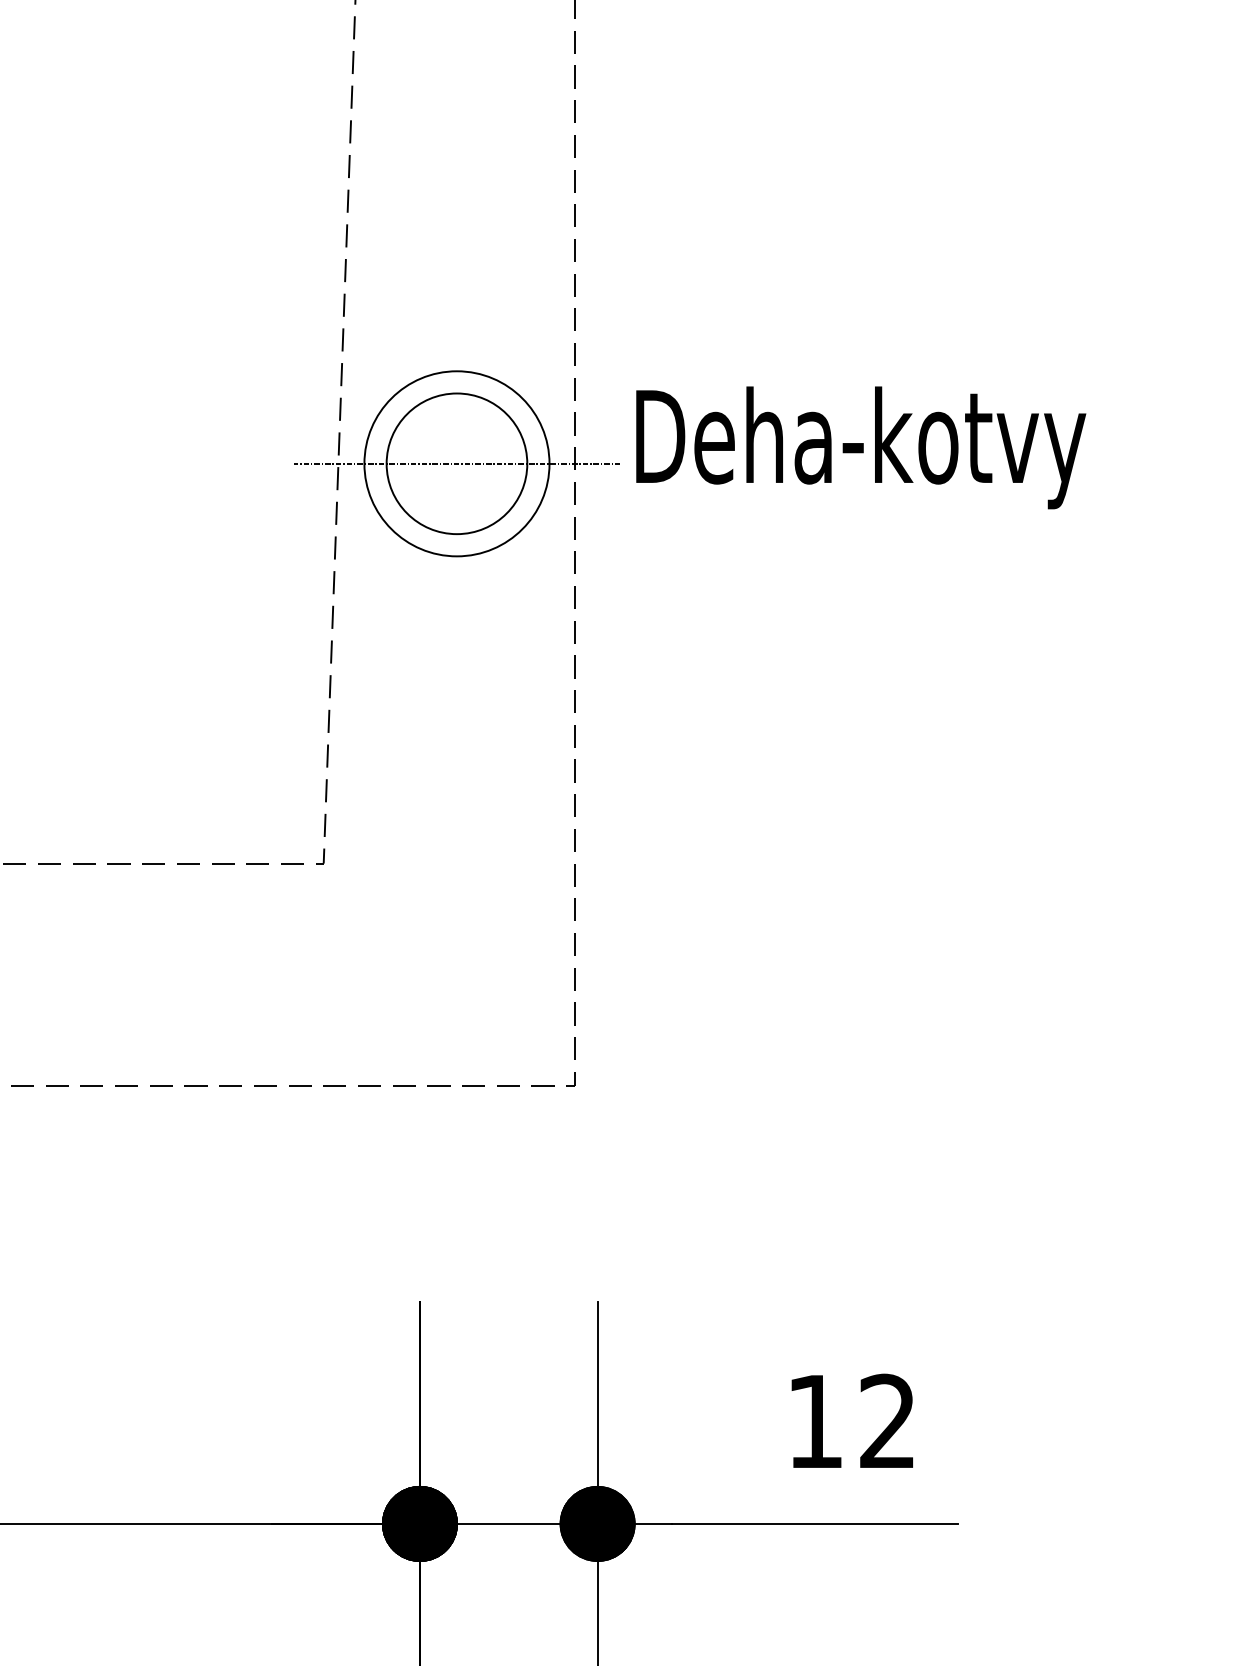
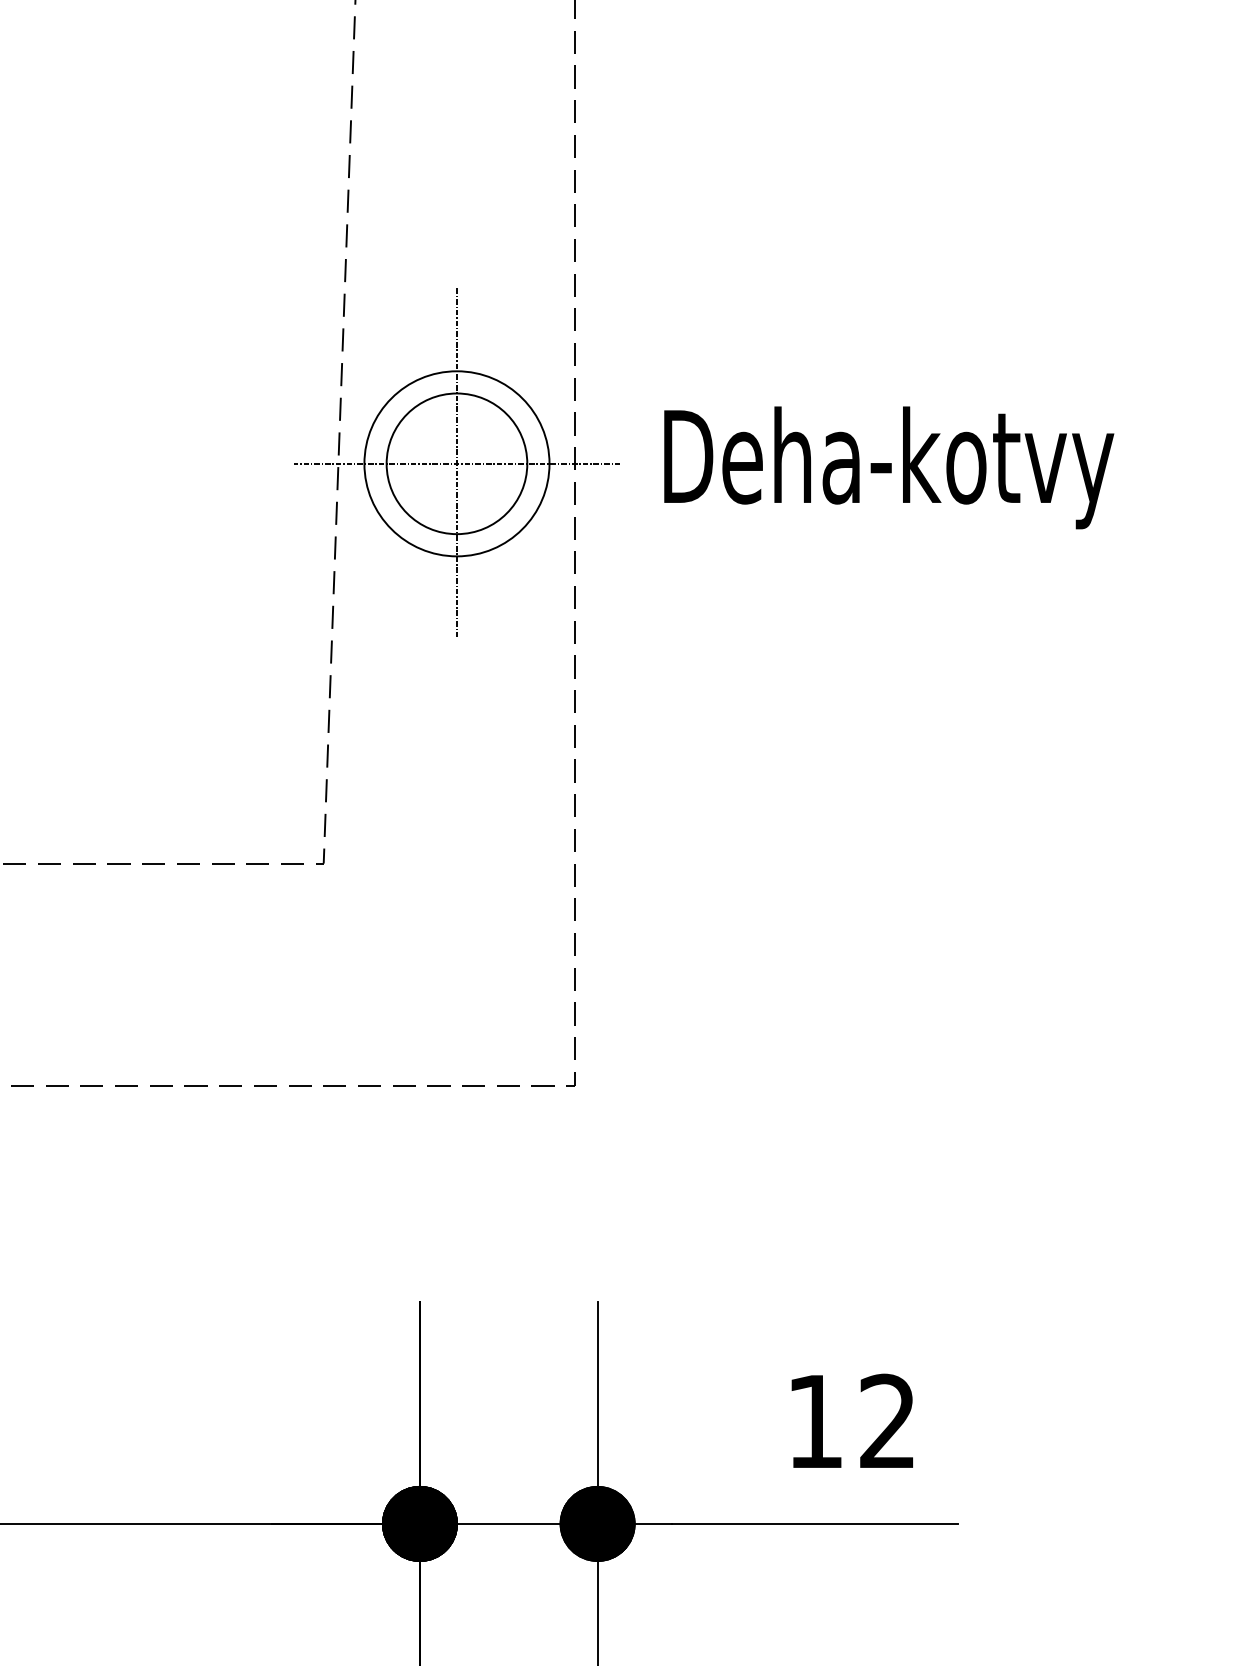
text at (861, 447) position: (861, 447) -> (889, 467)
line at (456, 463): none -> present
